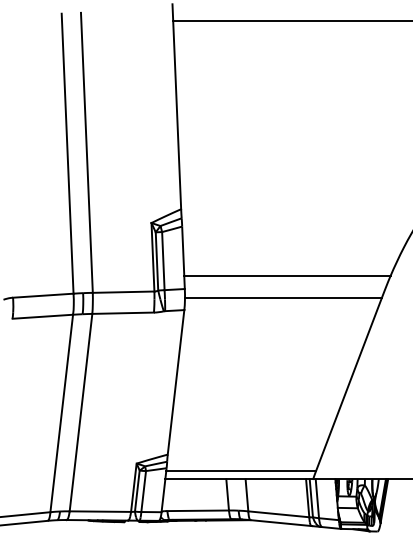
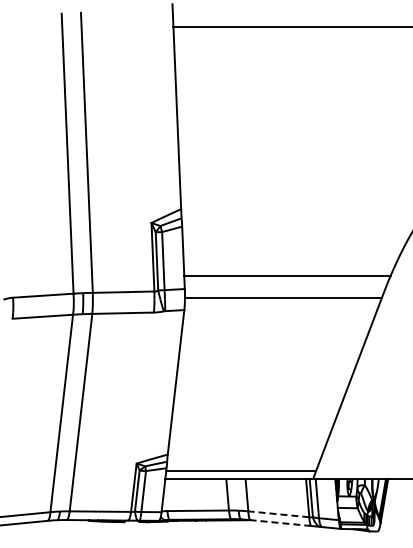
line at (291, 20) position: (291, 20) -> (291, 26)
line at (278, 514): solid -> dashed
line at (281, 523): solid -> dashed
